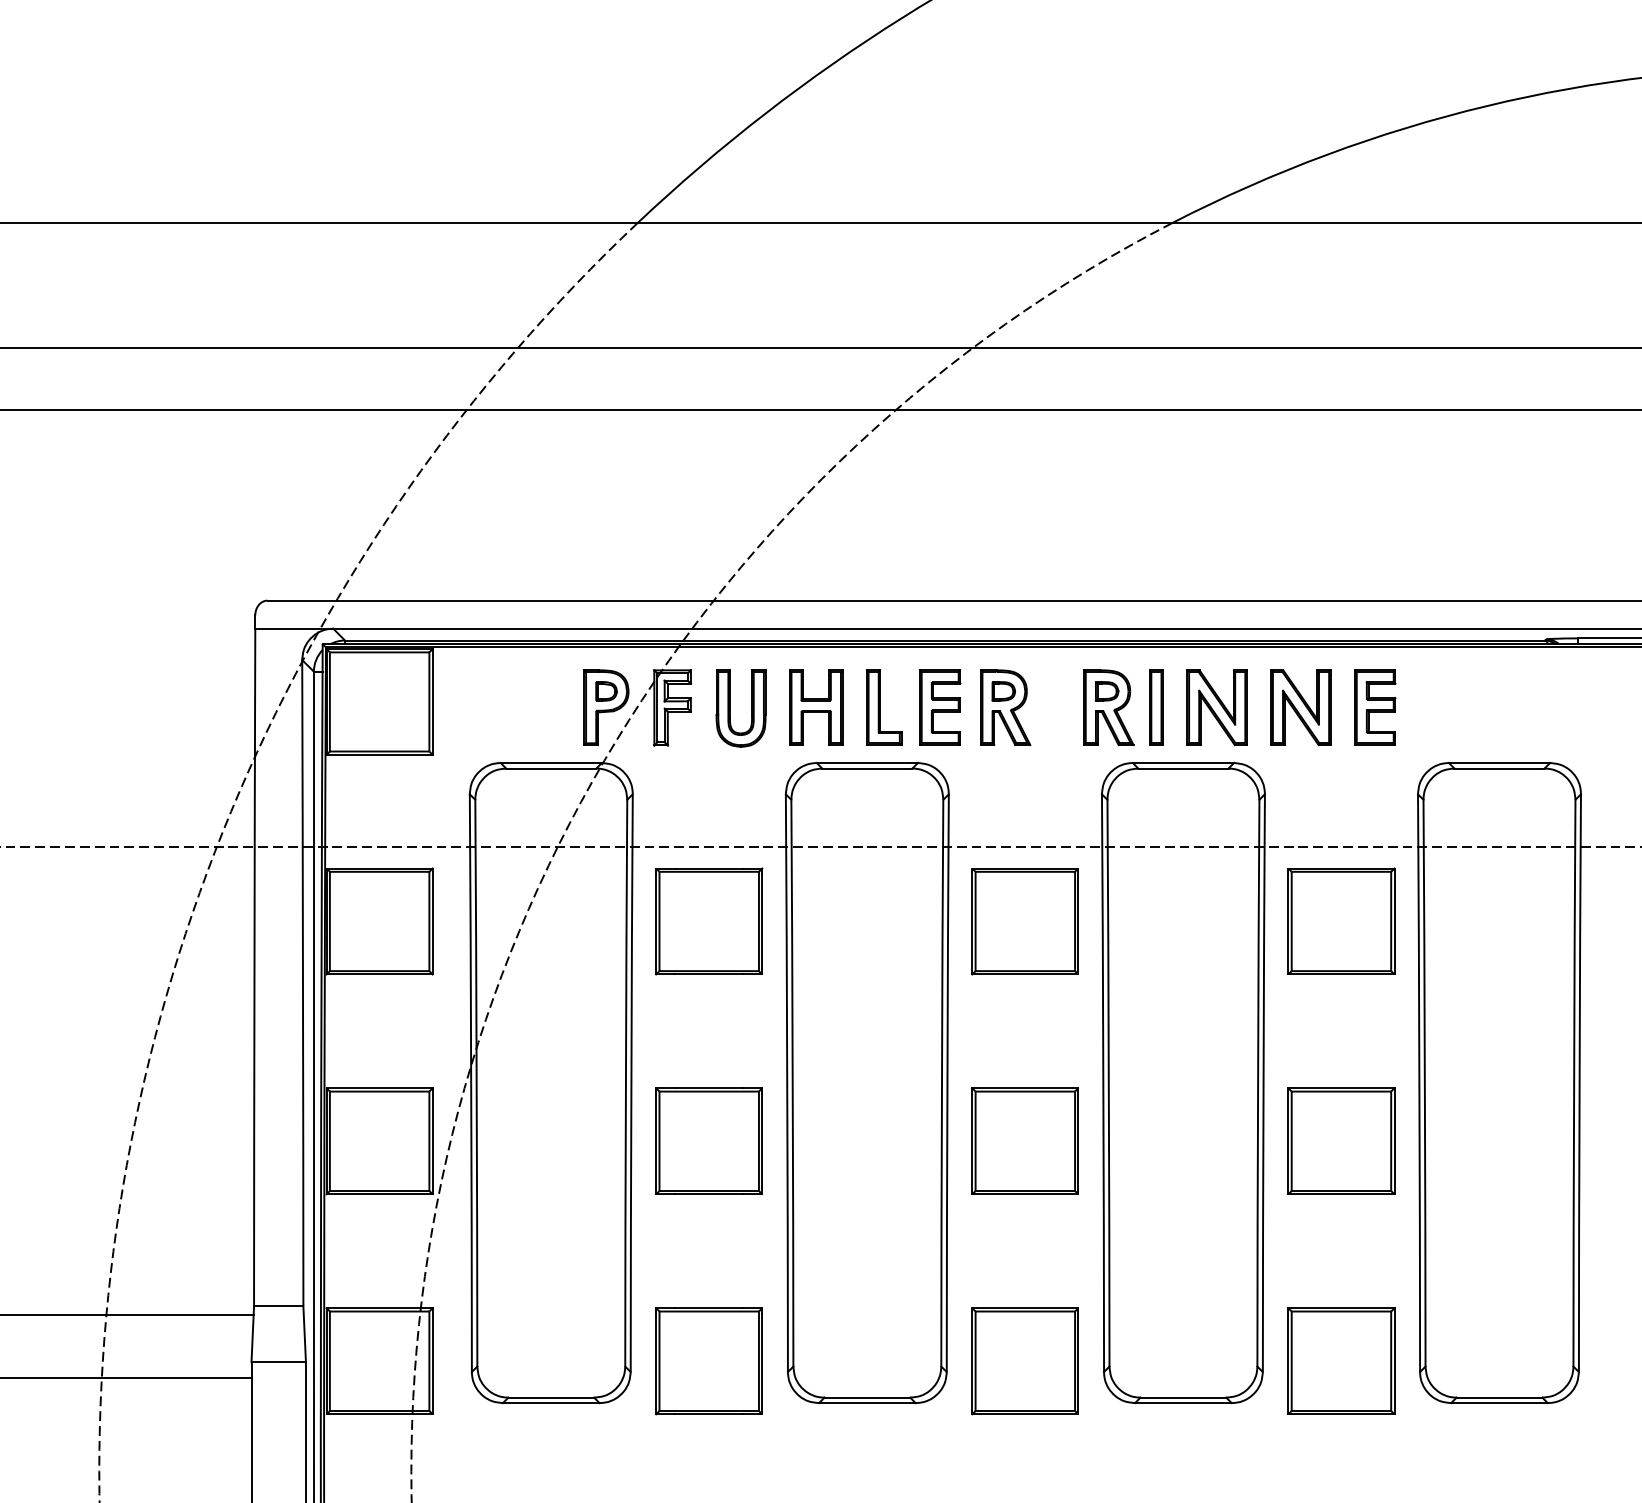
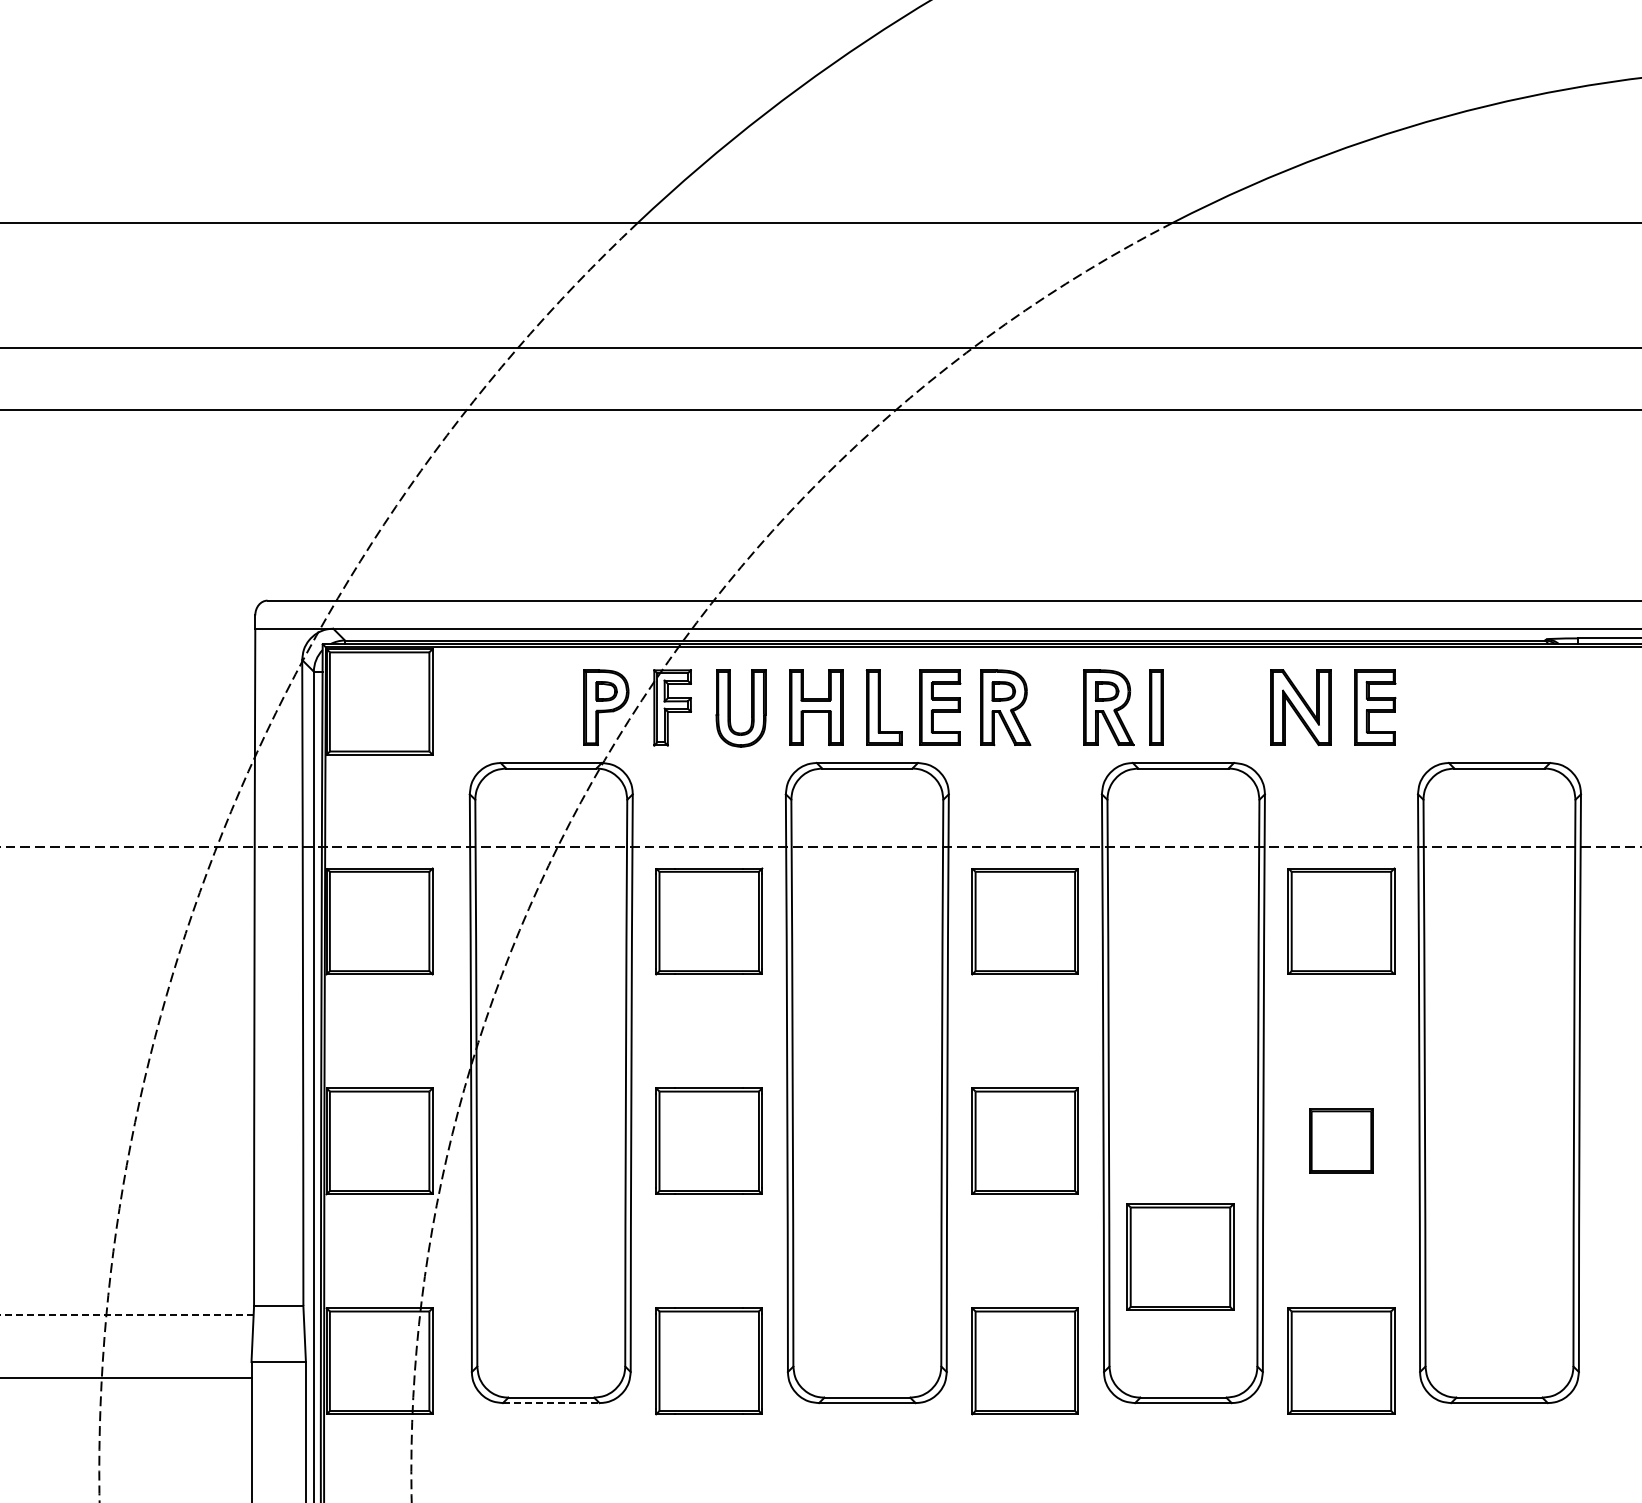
part at (1216, 707): present -> none
part at (1341, 1140) size: 109x108 px -> 65x66 px
part at (1180, 1256): none -> present
line at (126, 1315): solid -> dashed
line at (551, 1403): solid -> dashed
